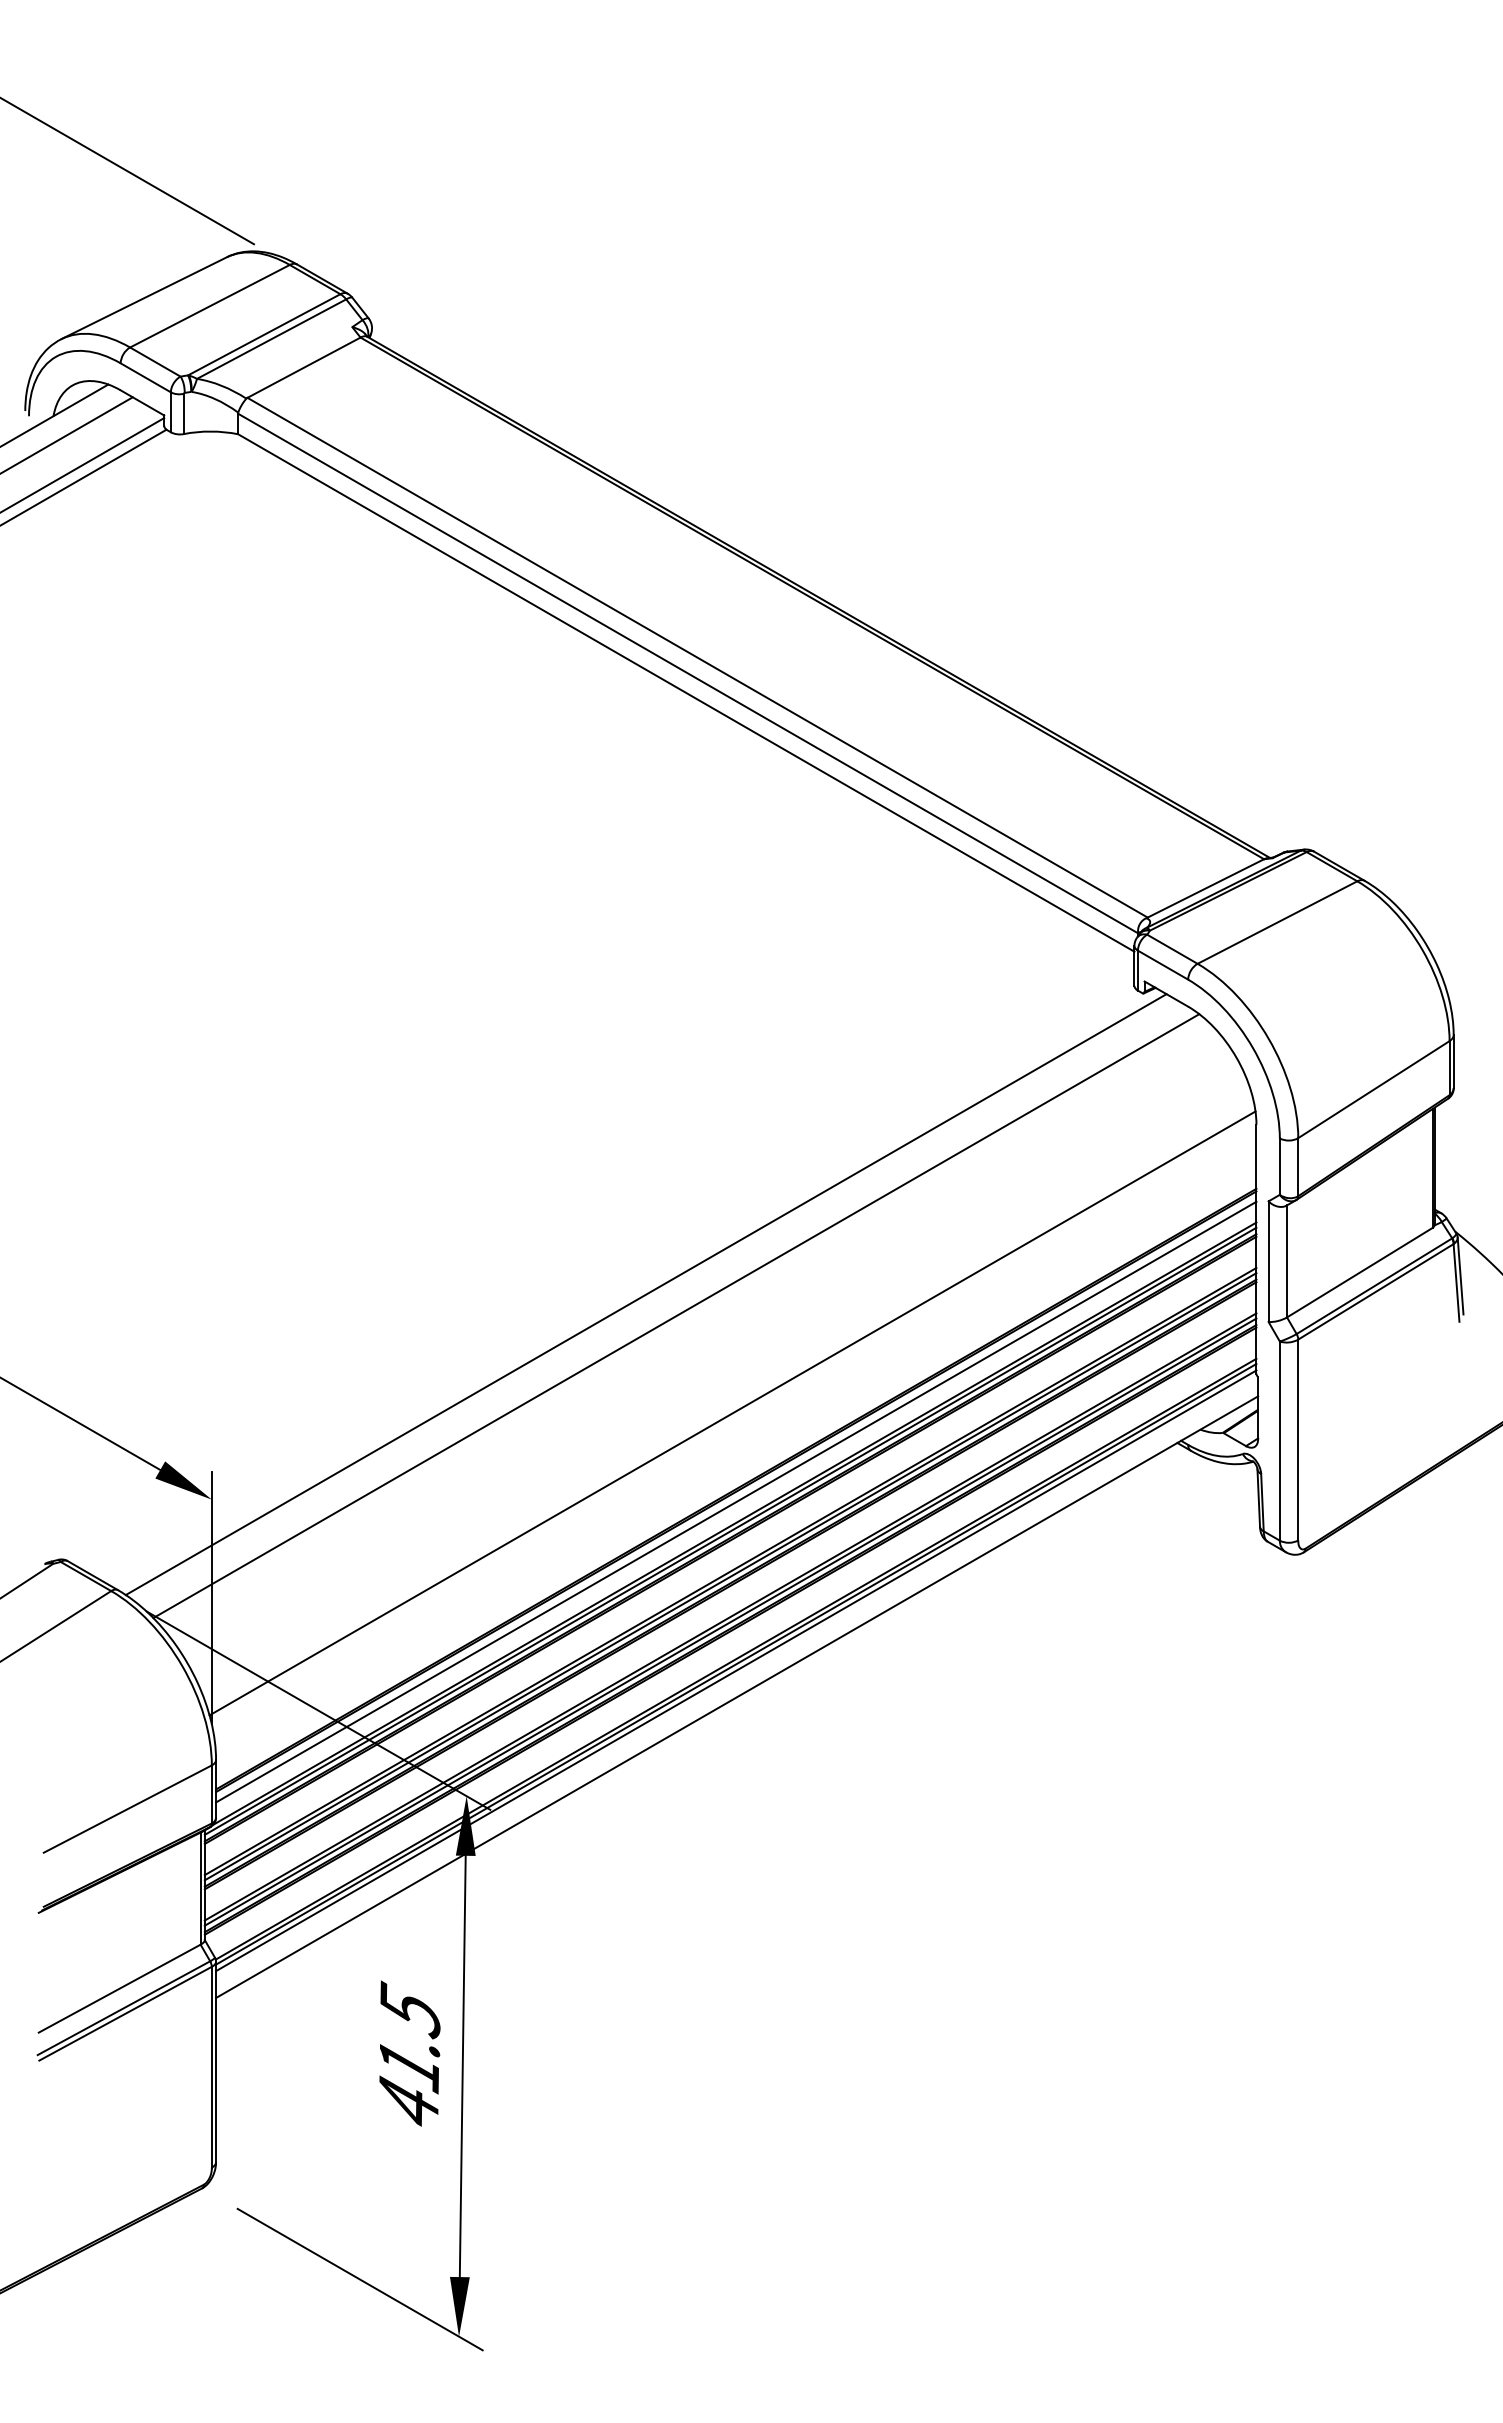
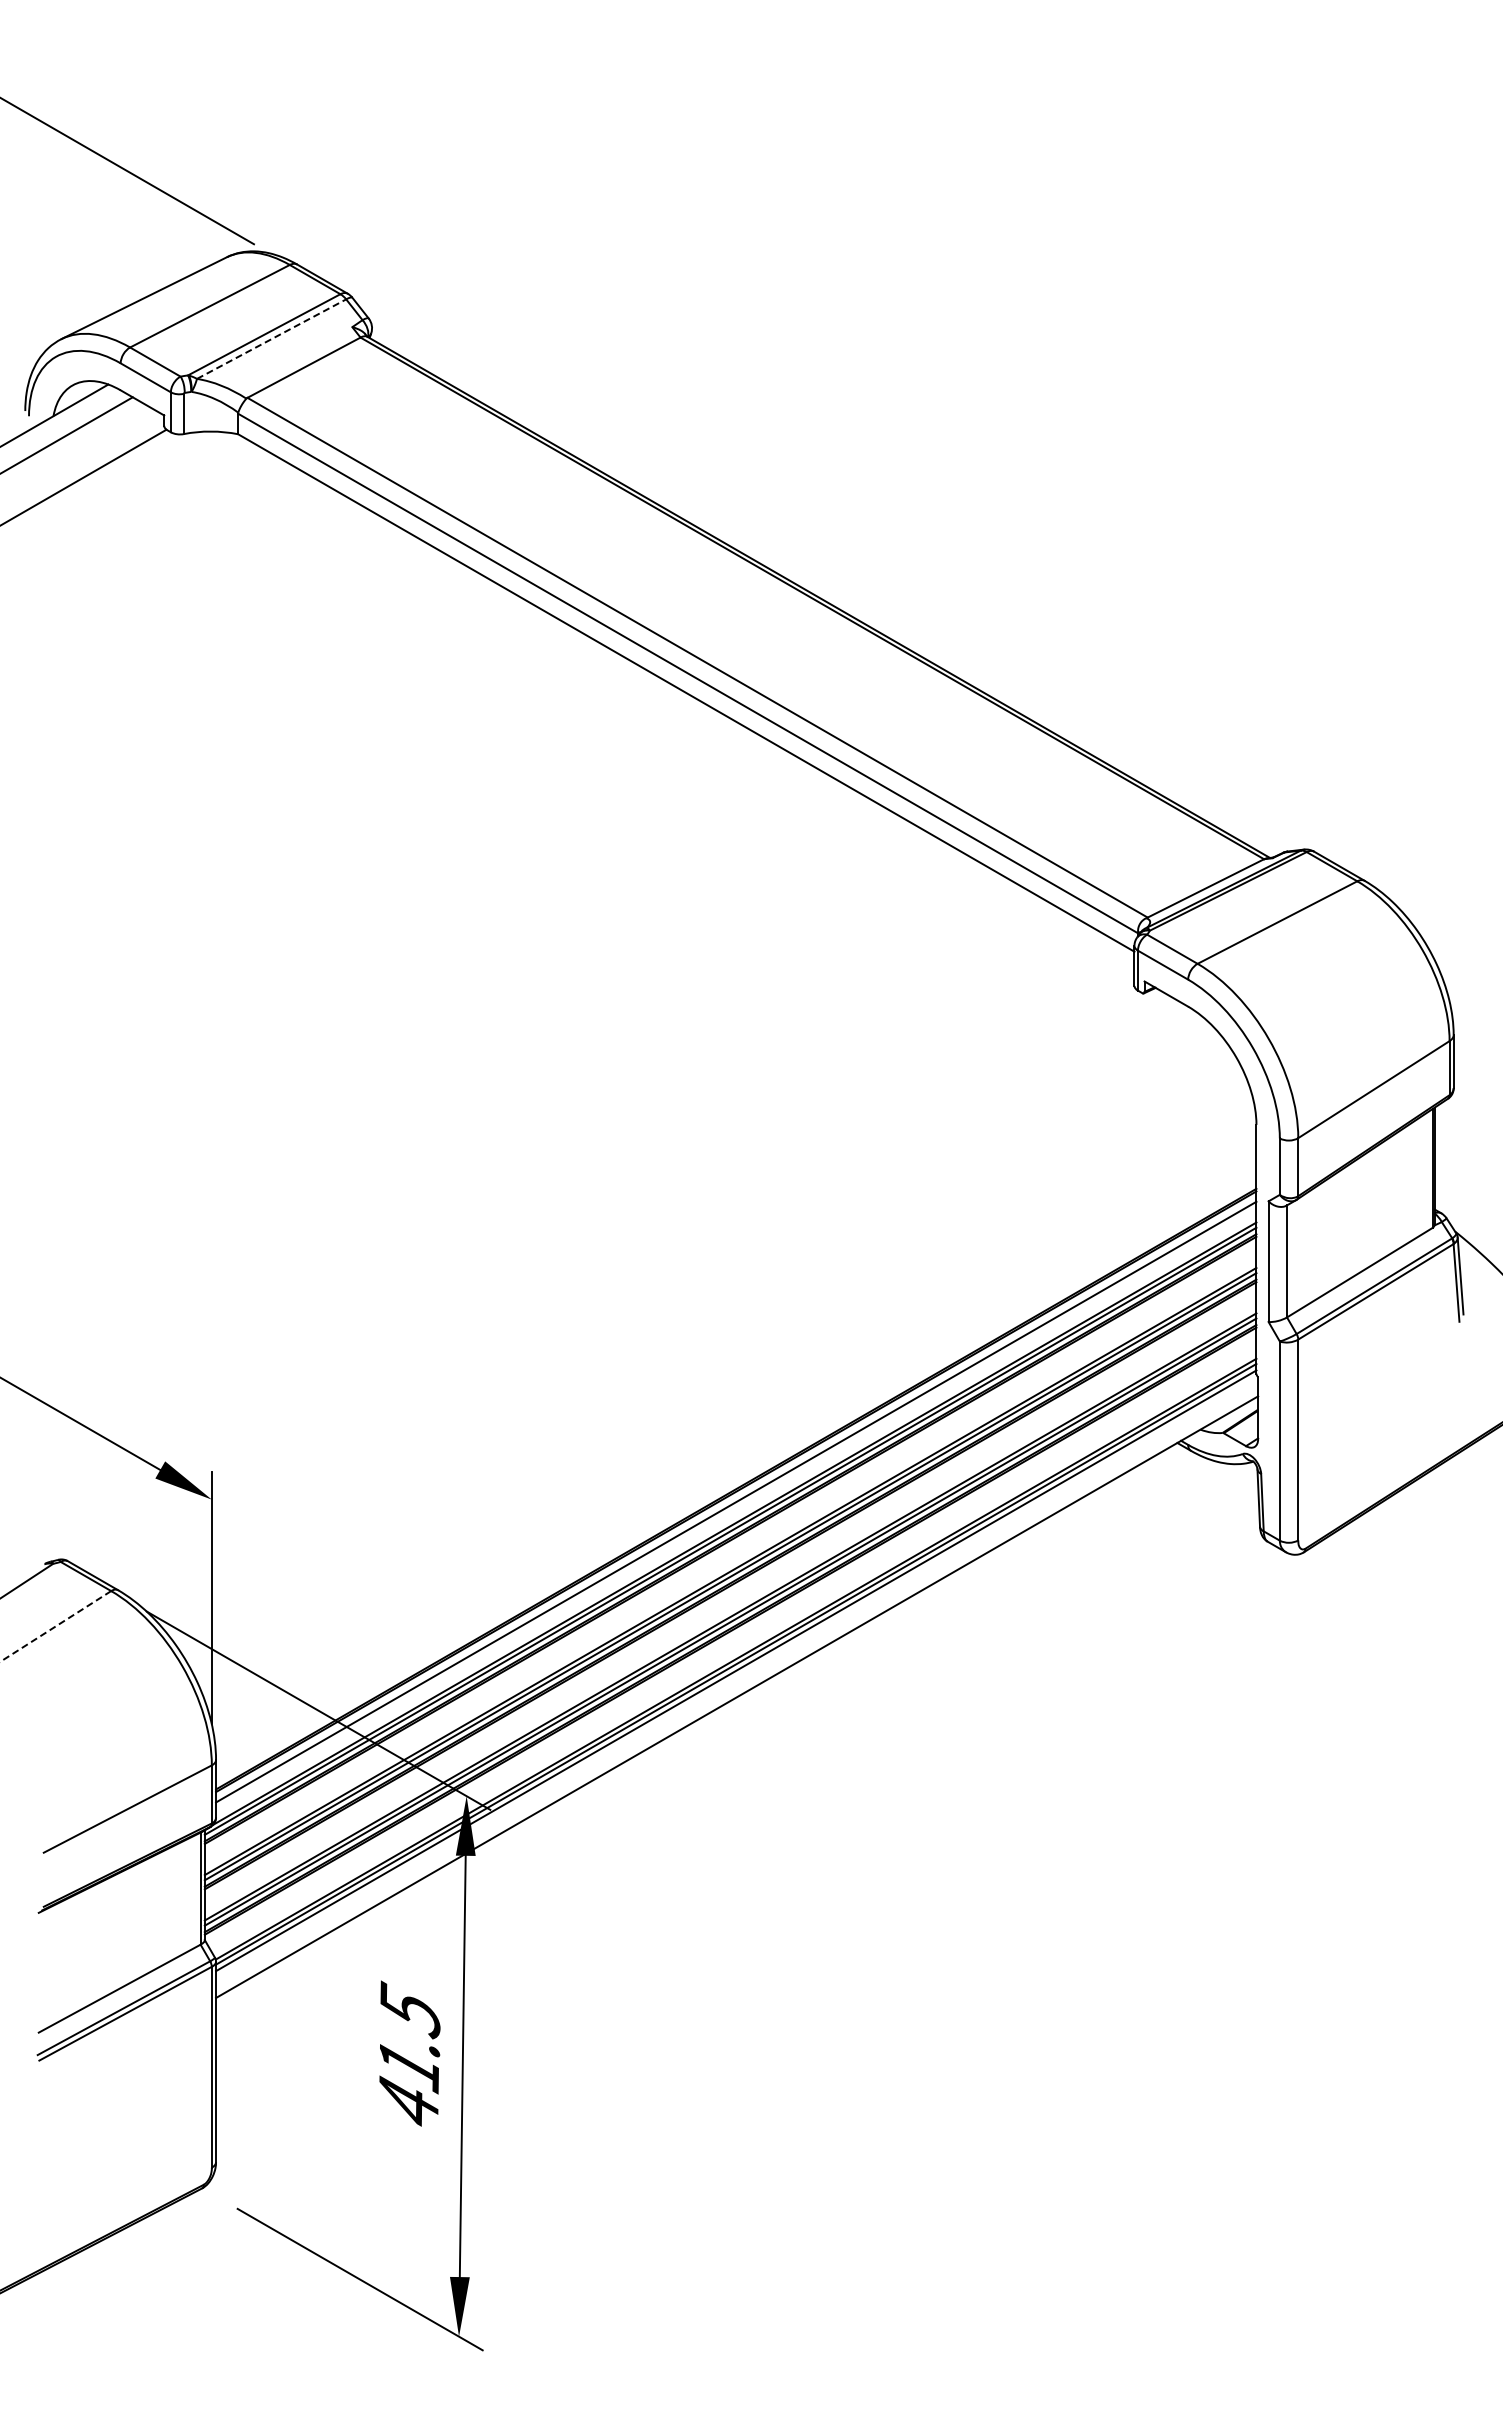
line at (271, 339): solid -> dashed
line at (83, 464): present -> none
line at (645, 1294): present -> none
line at (676, 1316): present -> none
line at (732, 1413): present -> none
line at (55, 1626): solid -> dashed
